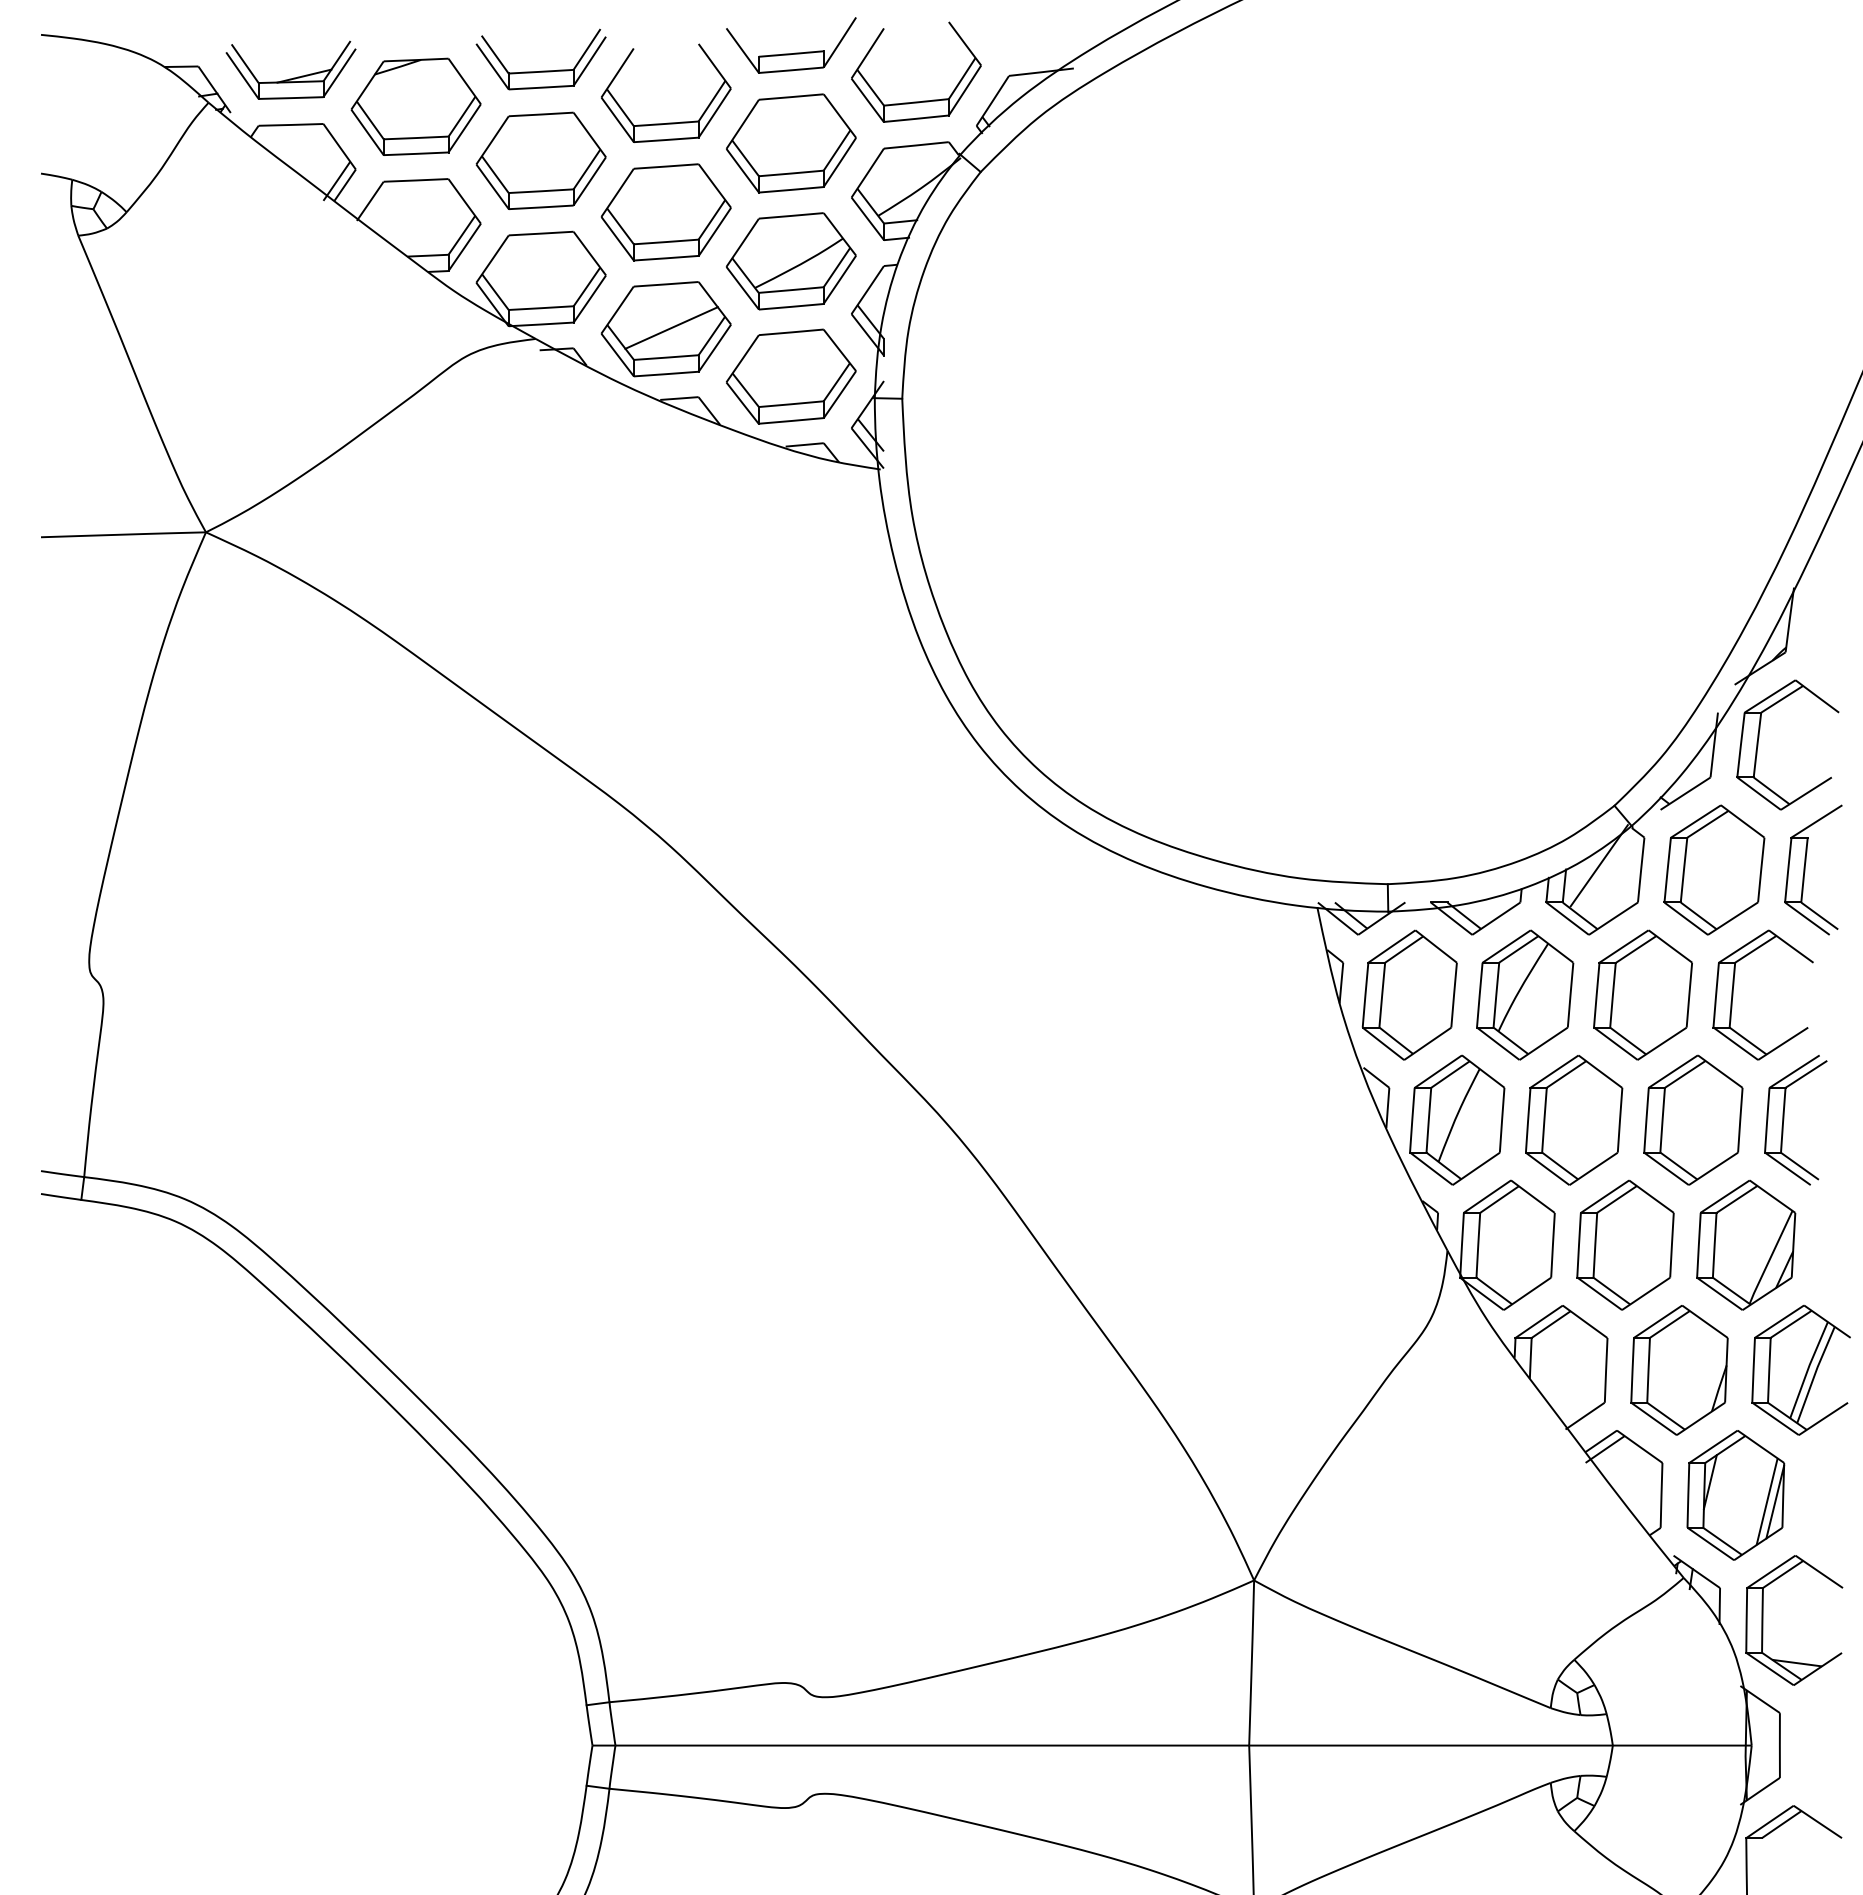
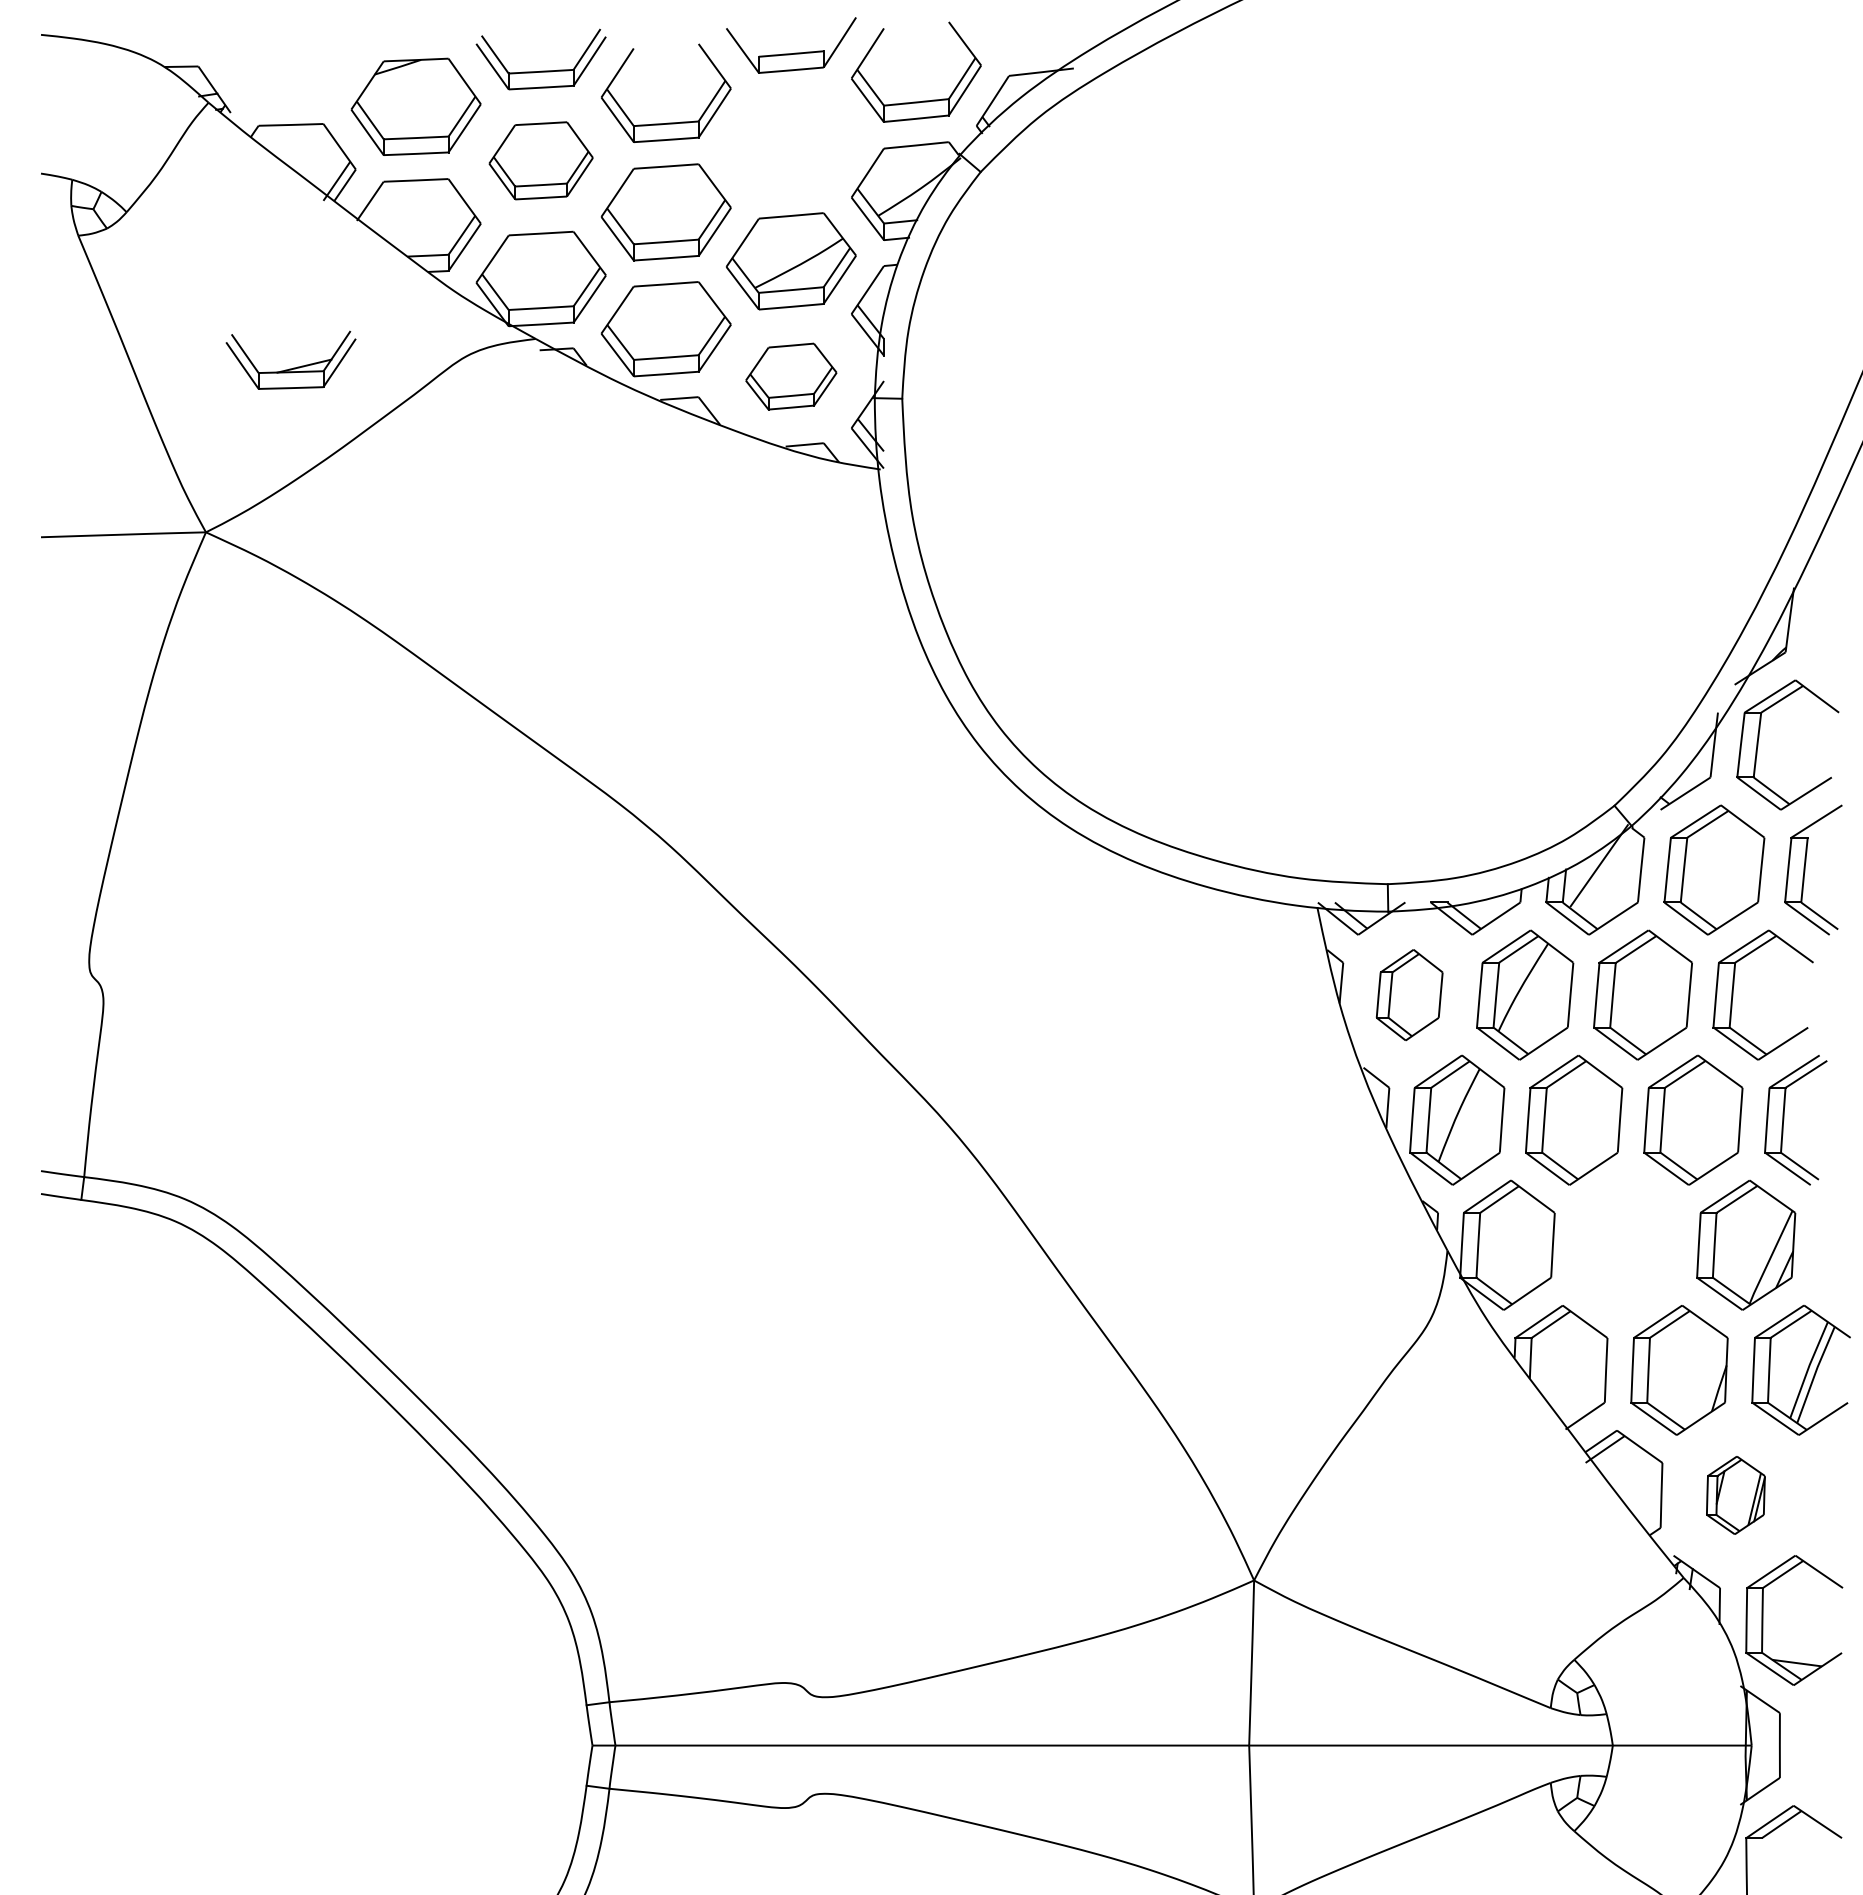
part at (293, 77) position: (293, 77) -> (293, 367)
part at (791, 143): present -> none
part at (540, 160) size: 132x99 px -> 106x80 px
line at (671, 327): present -> none
part at (791, 376) size: 131x97 px -> 93x69 px
part at (1409, 994) size: 97x132 px -> 69x93 px
part at (1625, 1244): present -> none
part at (1735, 1495) size: 100x131 px -> 60x79 px
